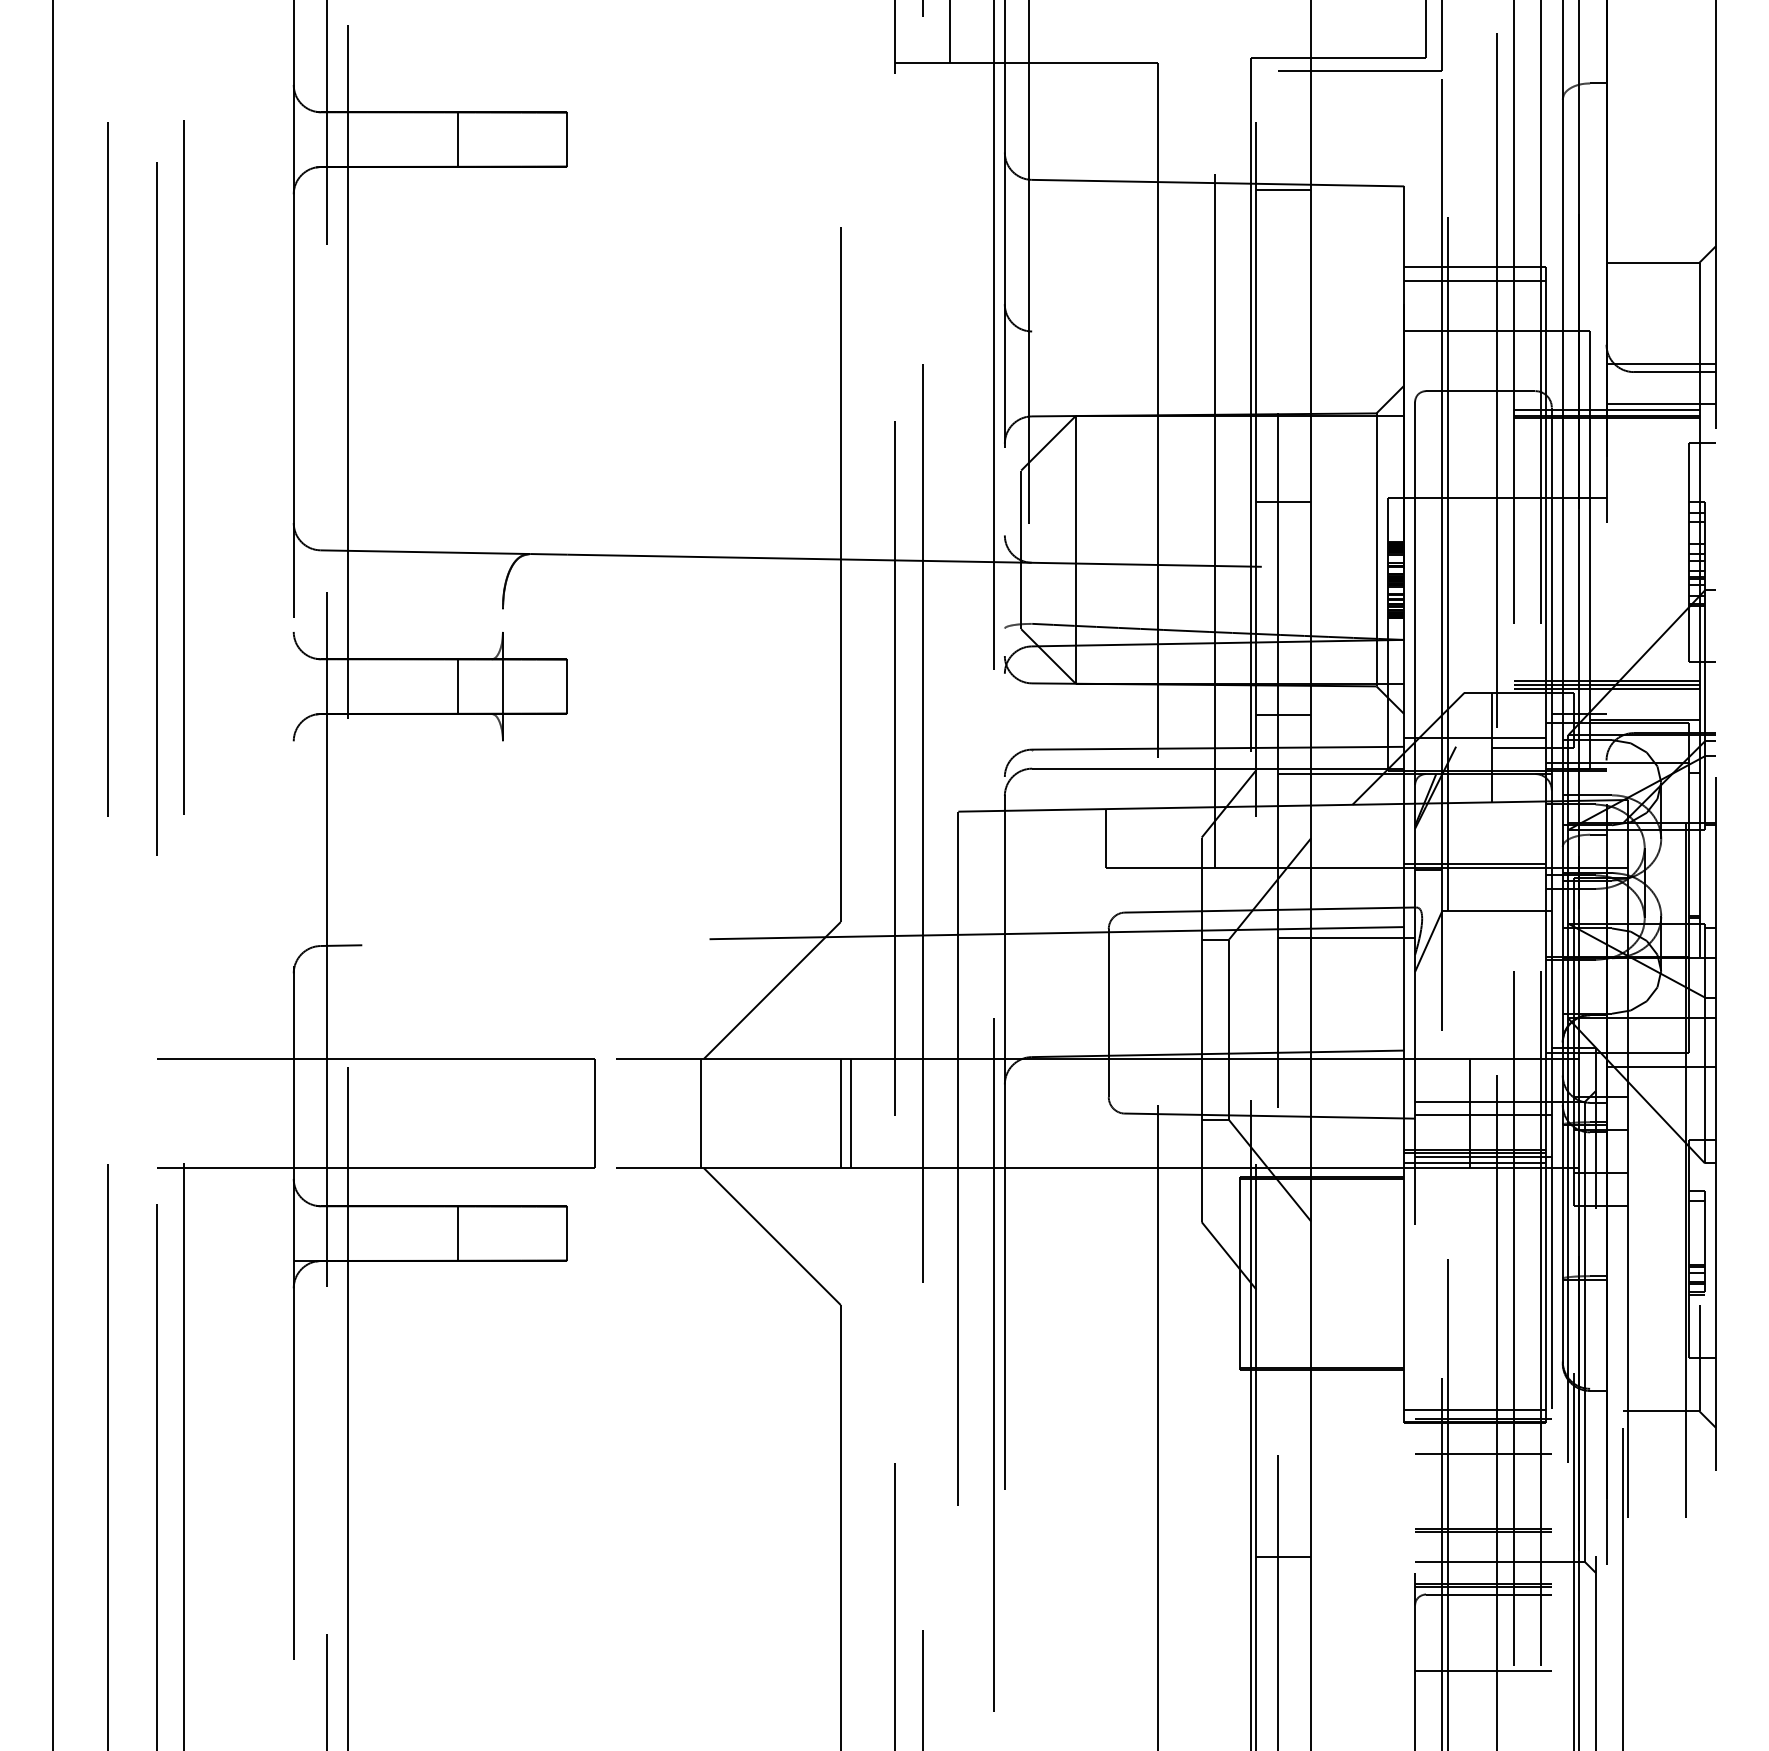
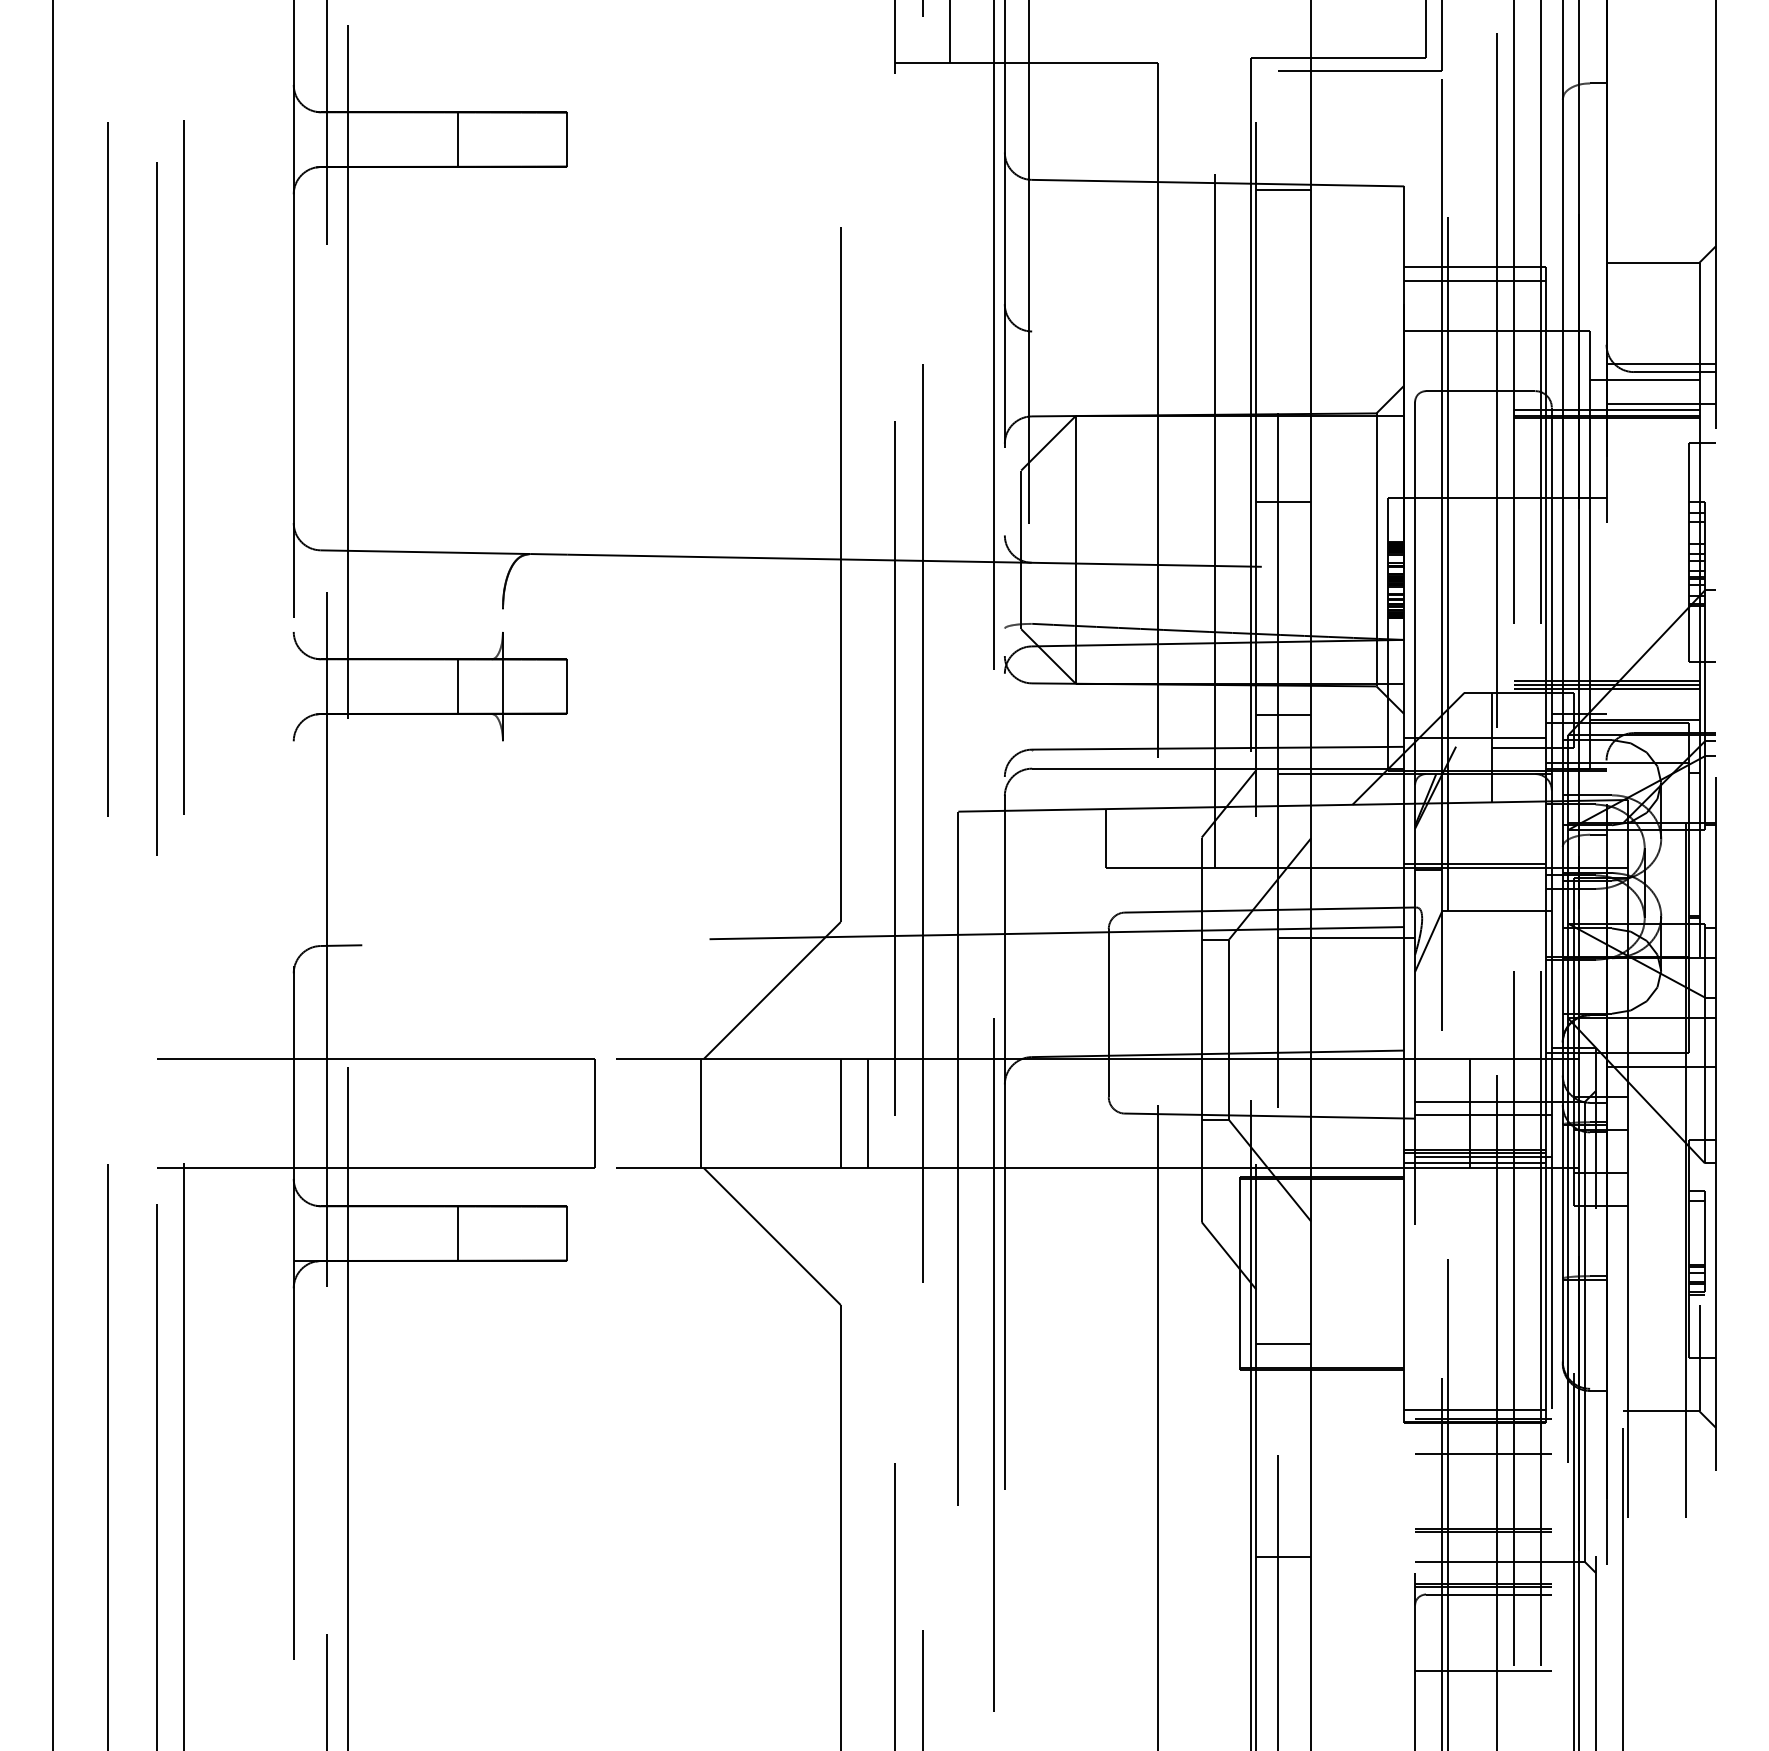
line at (1644, 380): none -> present
line at (851, 1113) position: (851, 1113) -> (868, 1113)
line at (1283, 1344): none -> present
